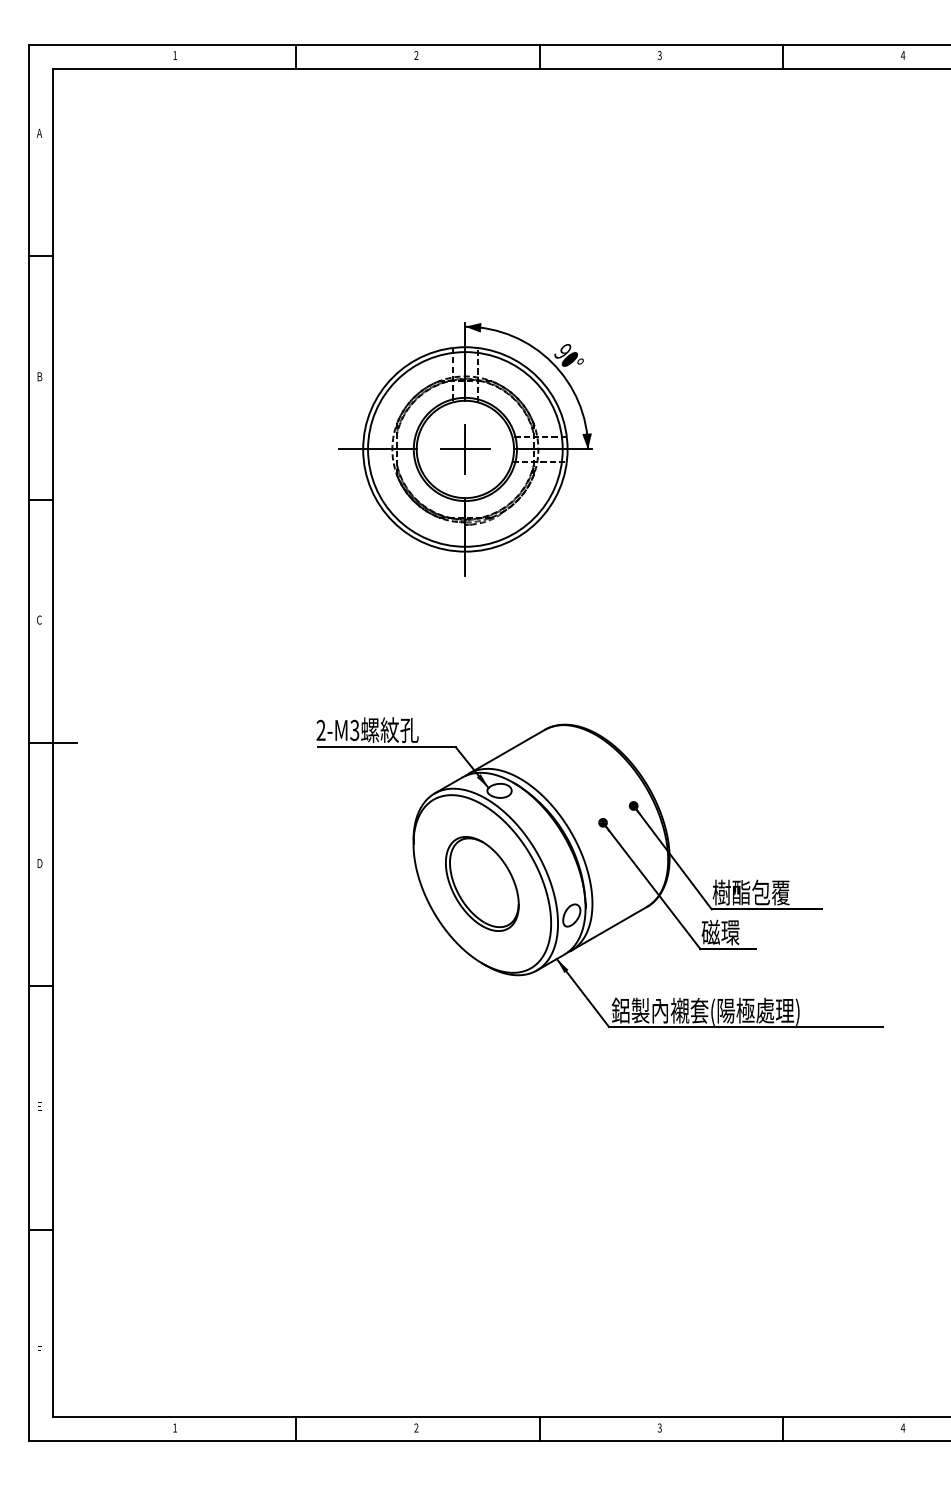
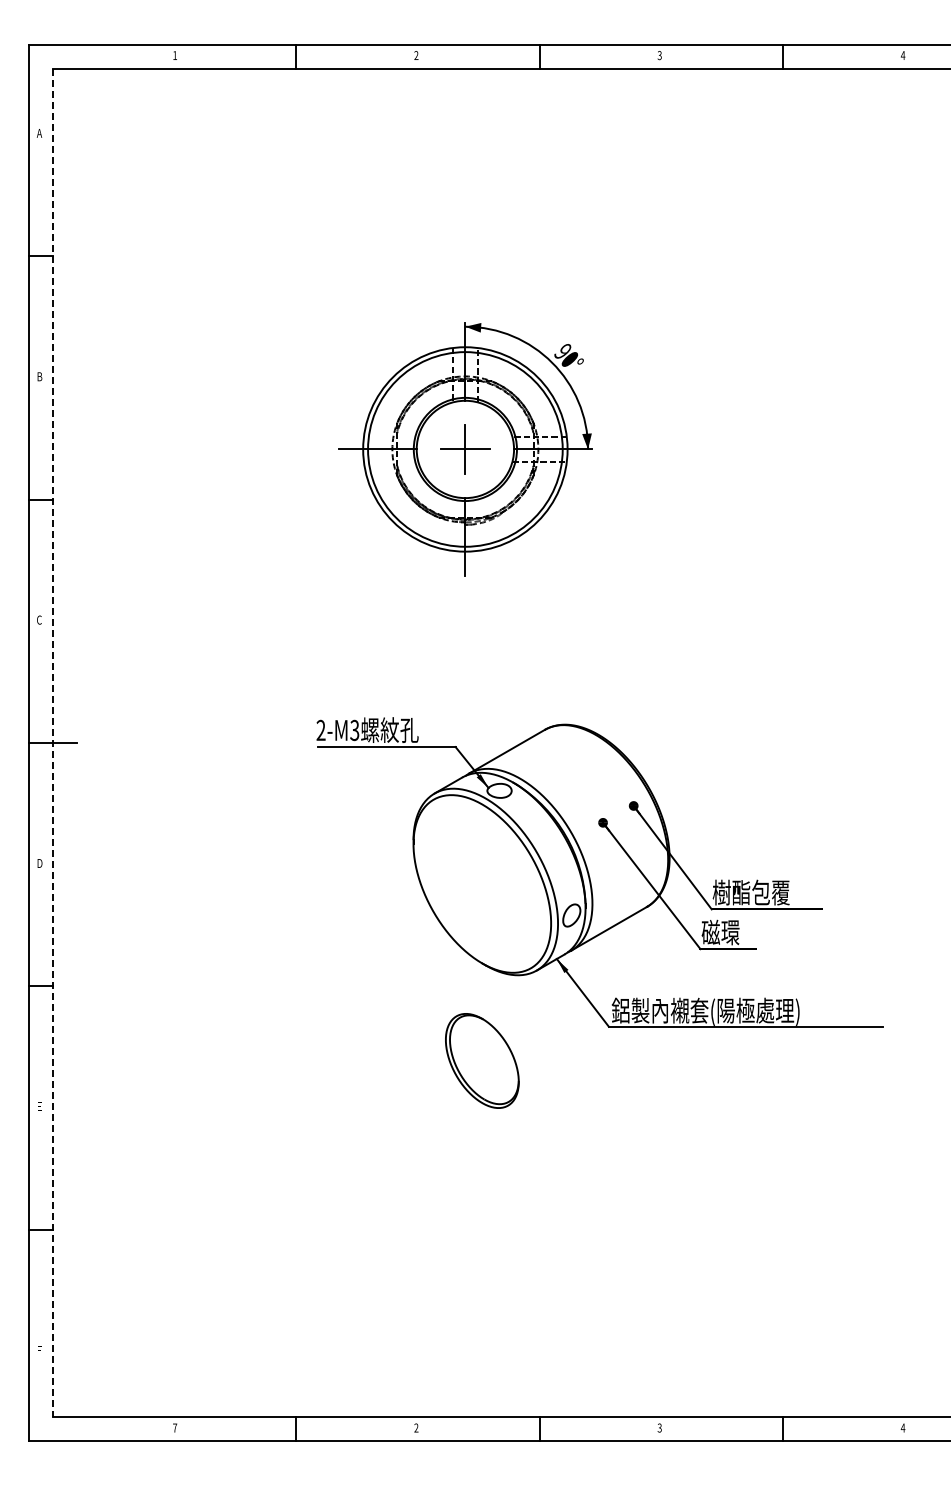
line at (52, 743): solid -> dashed
part at (482, 883) position: (482, 883) -> (482, 1060)
text at (175, 1427): 1 -> 7
